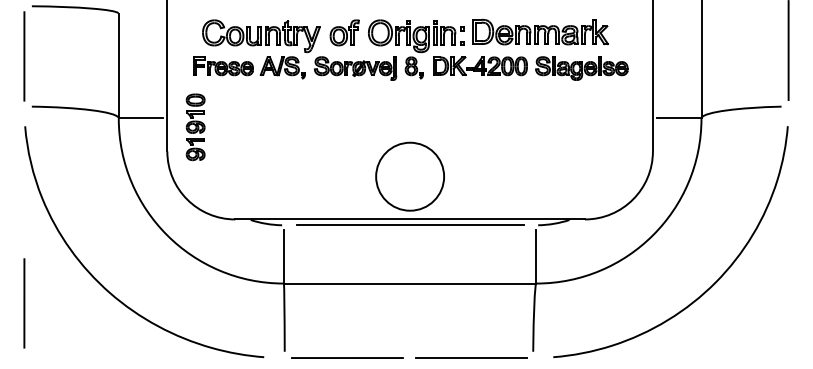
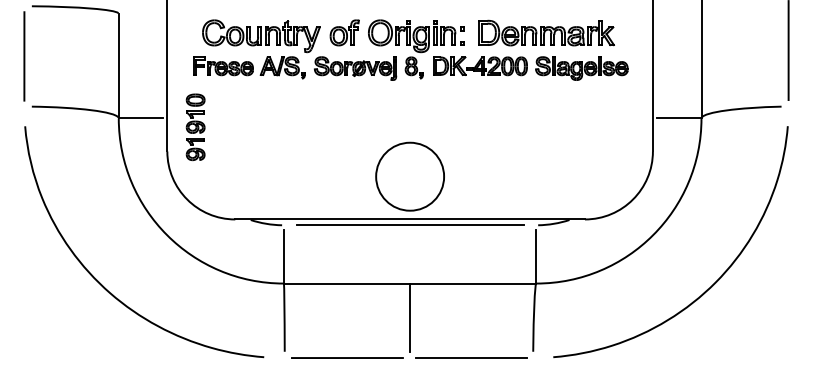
part at (540, 31) position: (540, 31) -> (546, 32)
line at (24, 303): present -> none
line at (410, 317): none -> present
